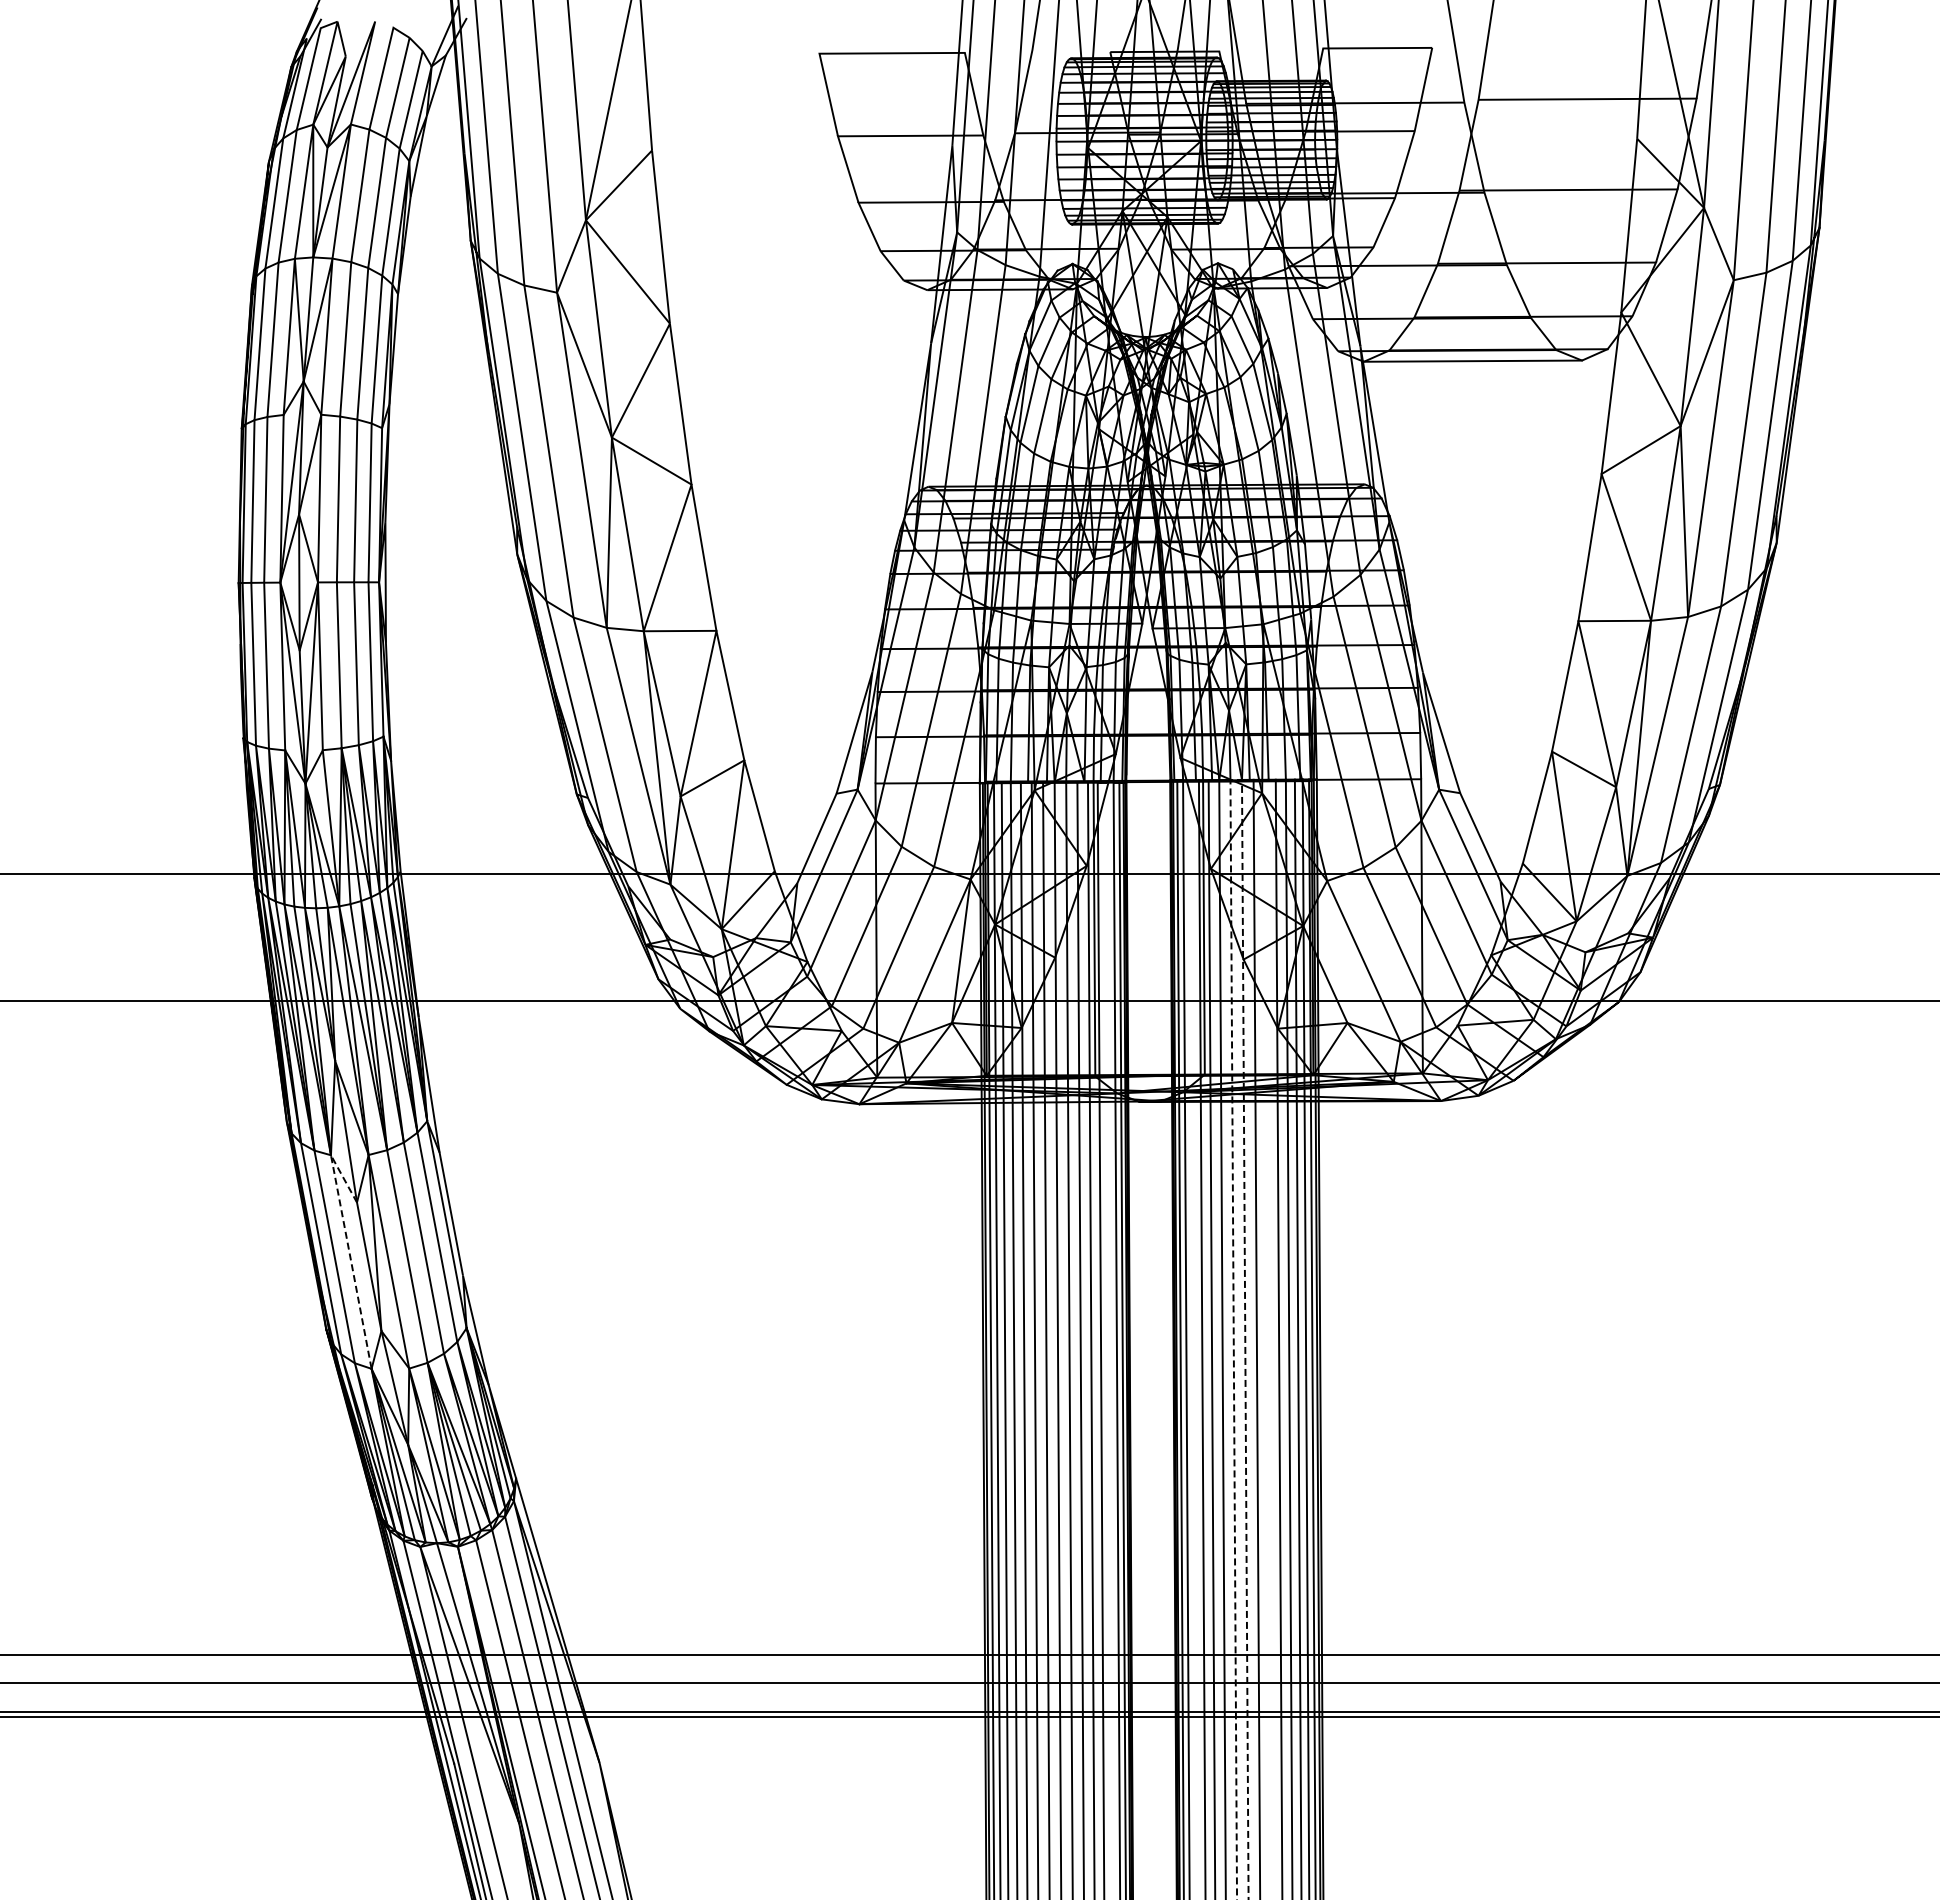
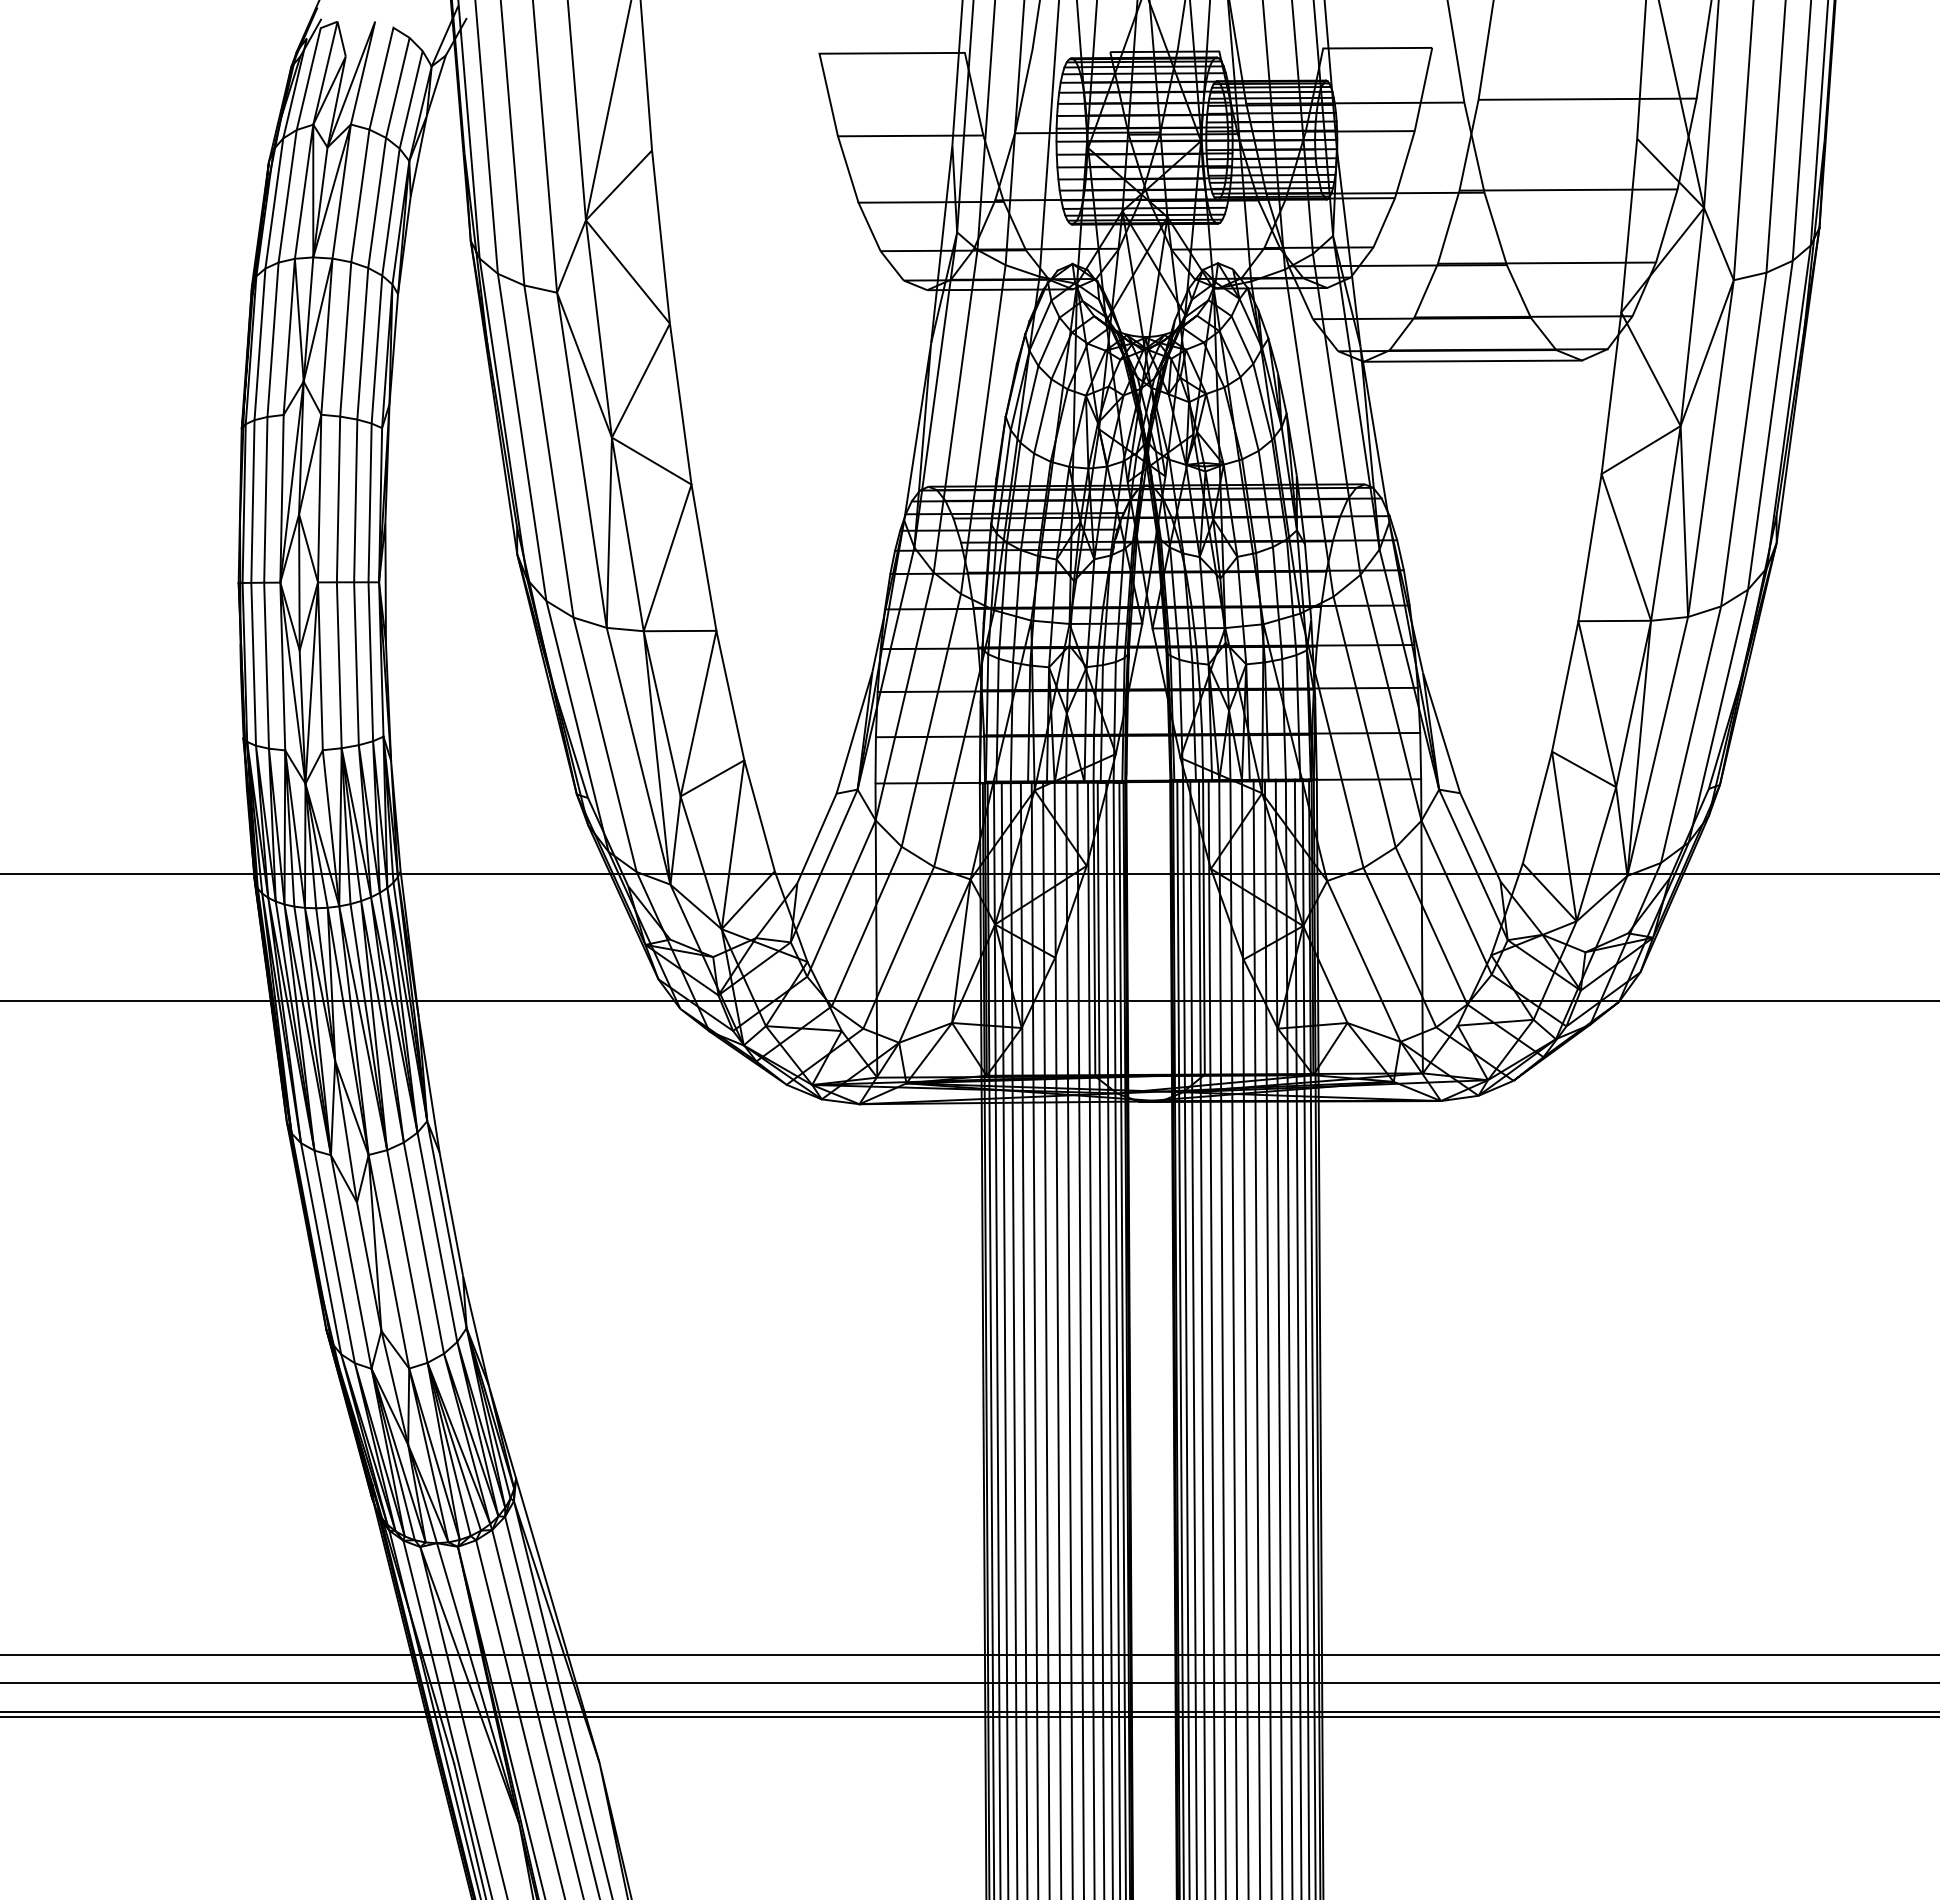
line at (1236, 779): dashed -> solid
line at (346, 1235): dashed -> solid
line at (1267, 1337): none -> present
line at (1193, 1338): none -> present
line at (1109, 1339): none -> present
